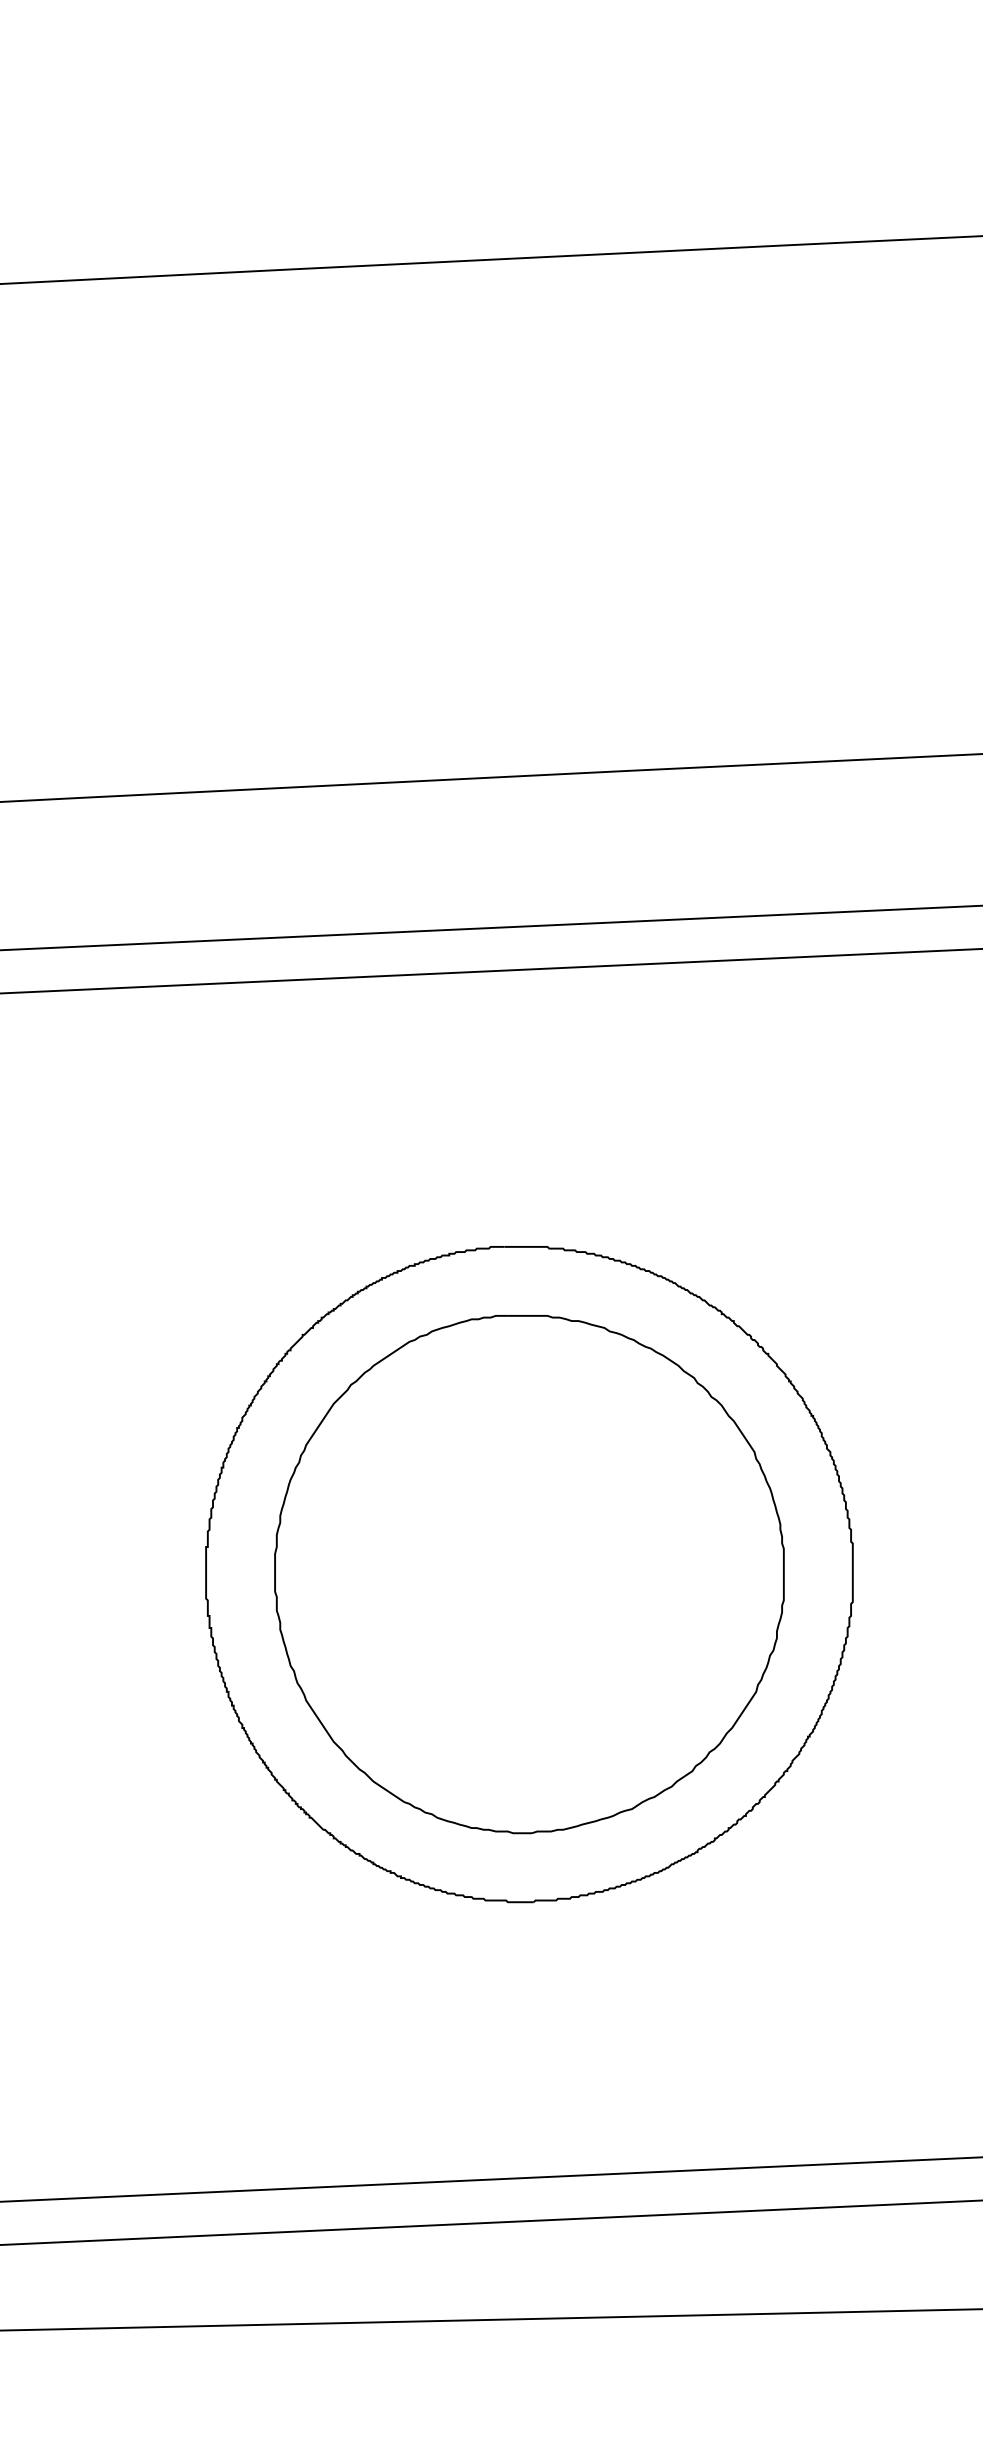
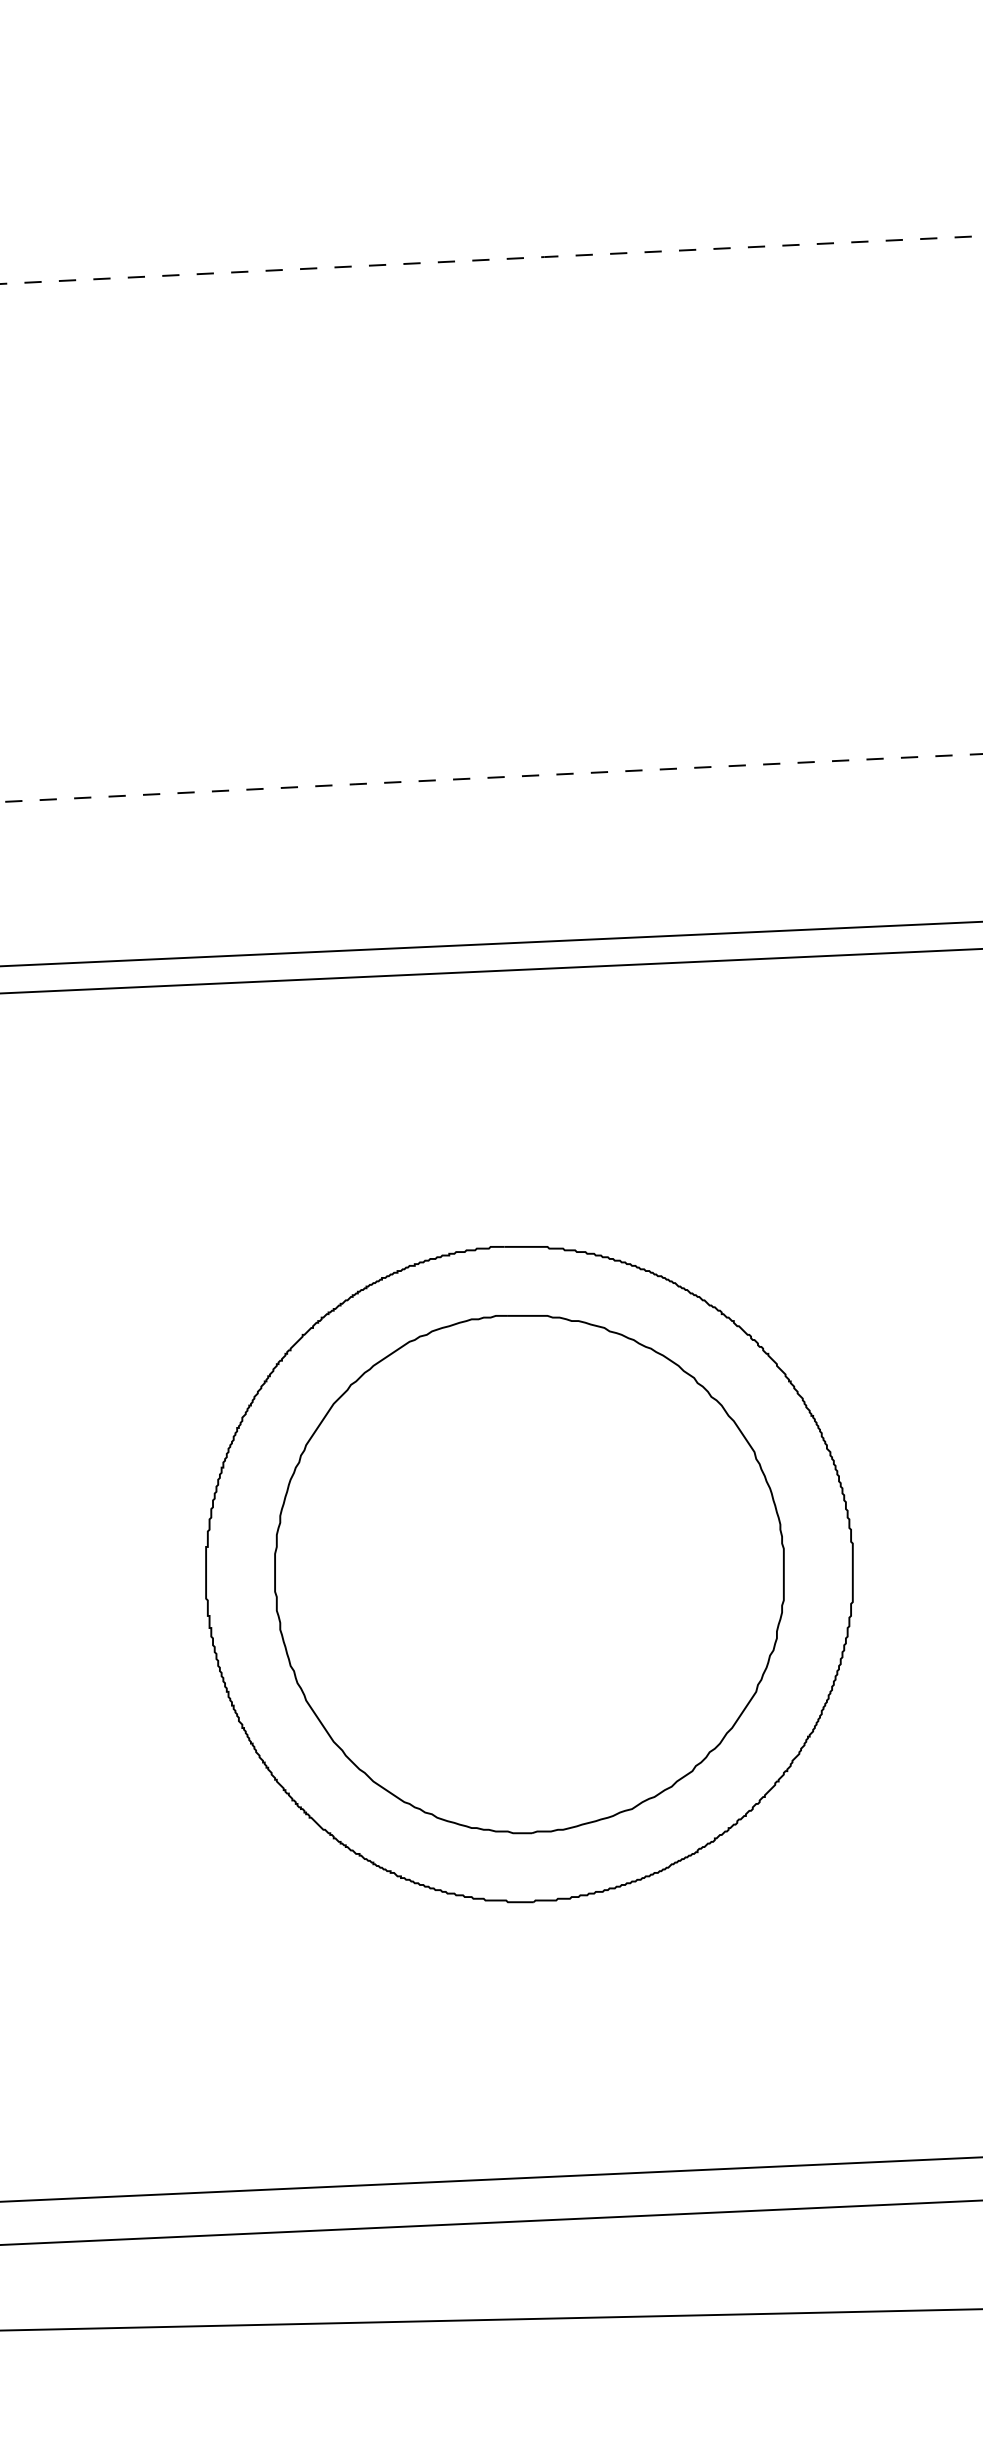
arc at (490, 259): solid -> dashed
arc at (491, 777): solid -> dashed
line at (490, 927) position: (490, 927) -> (490, 943)
